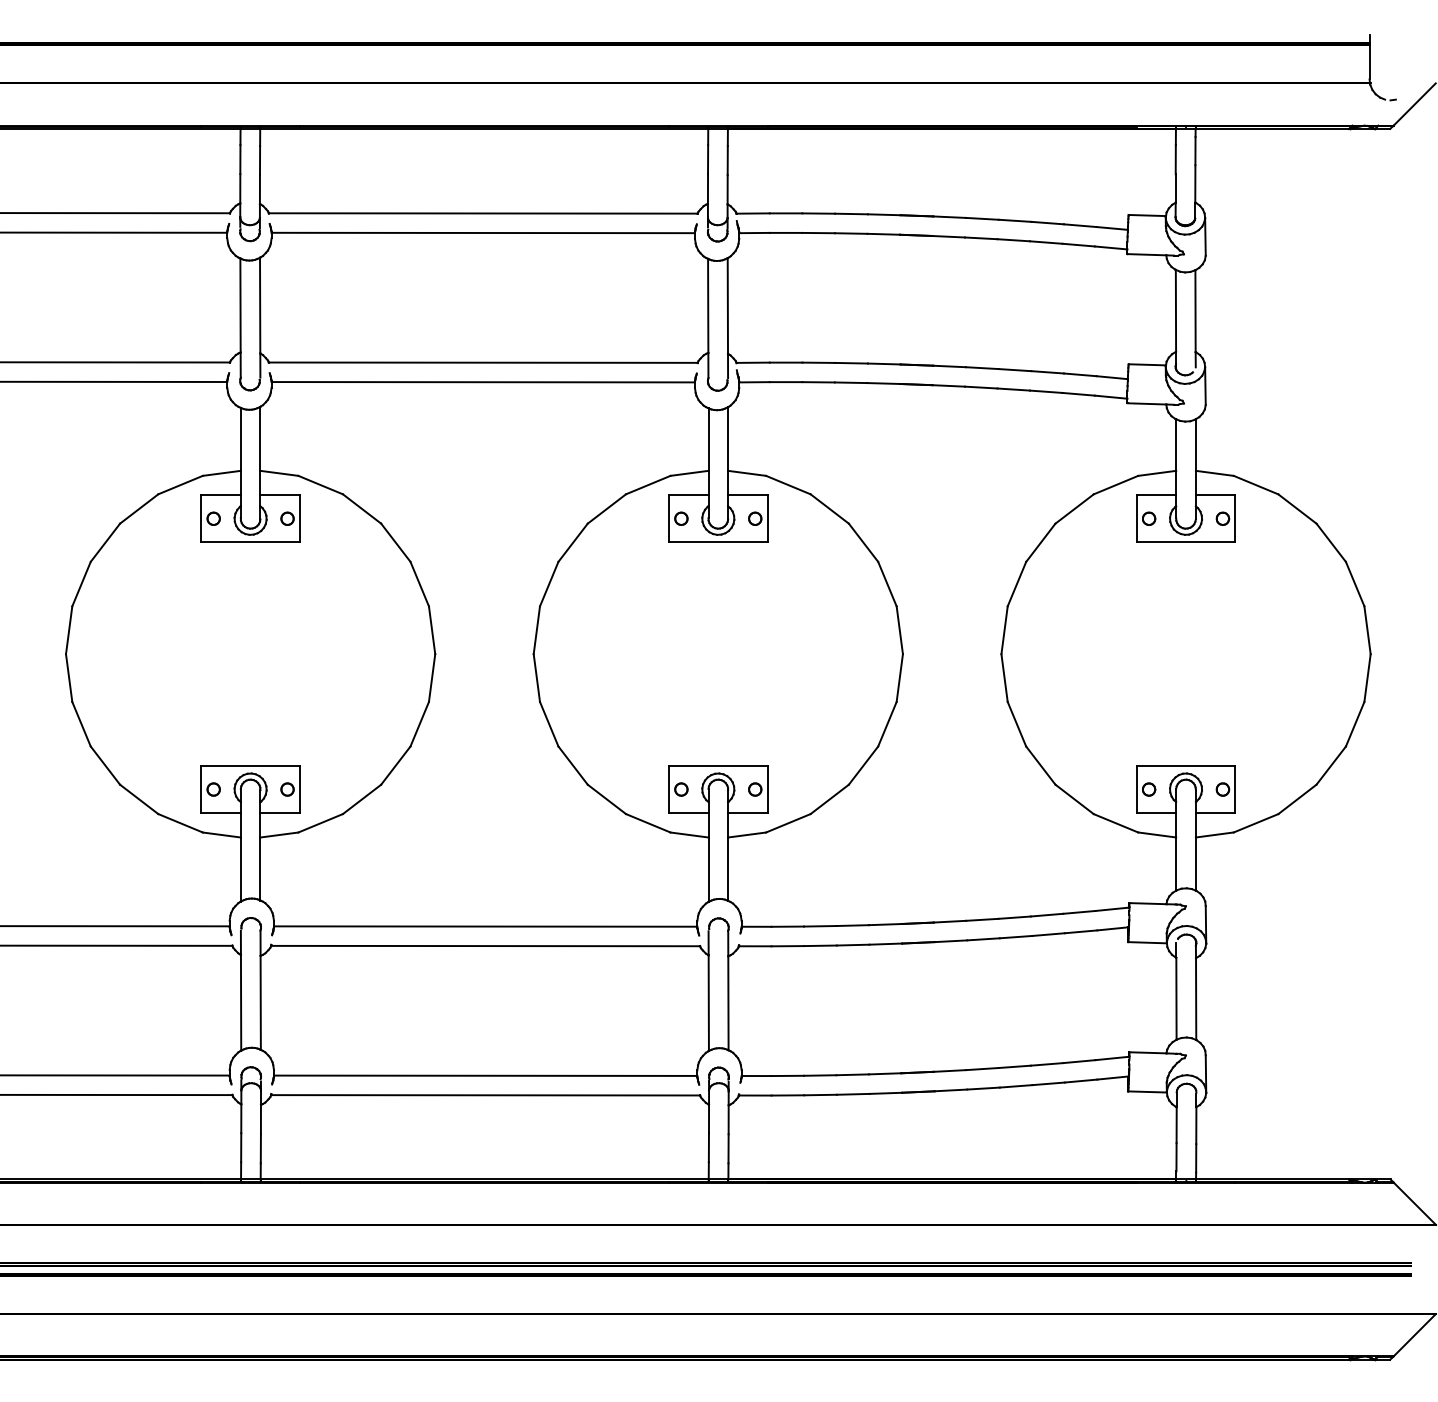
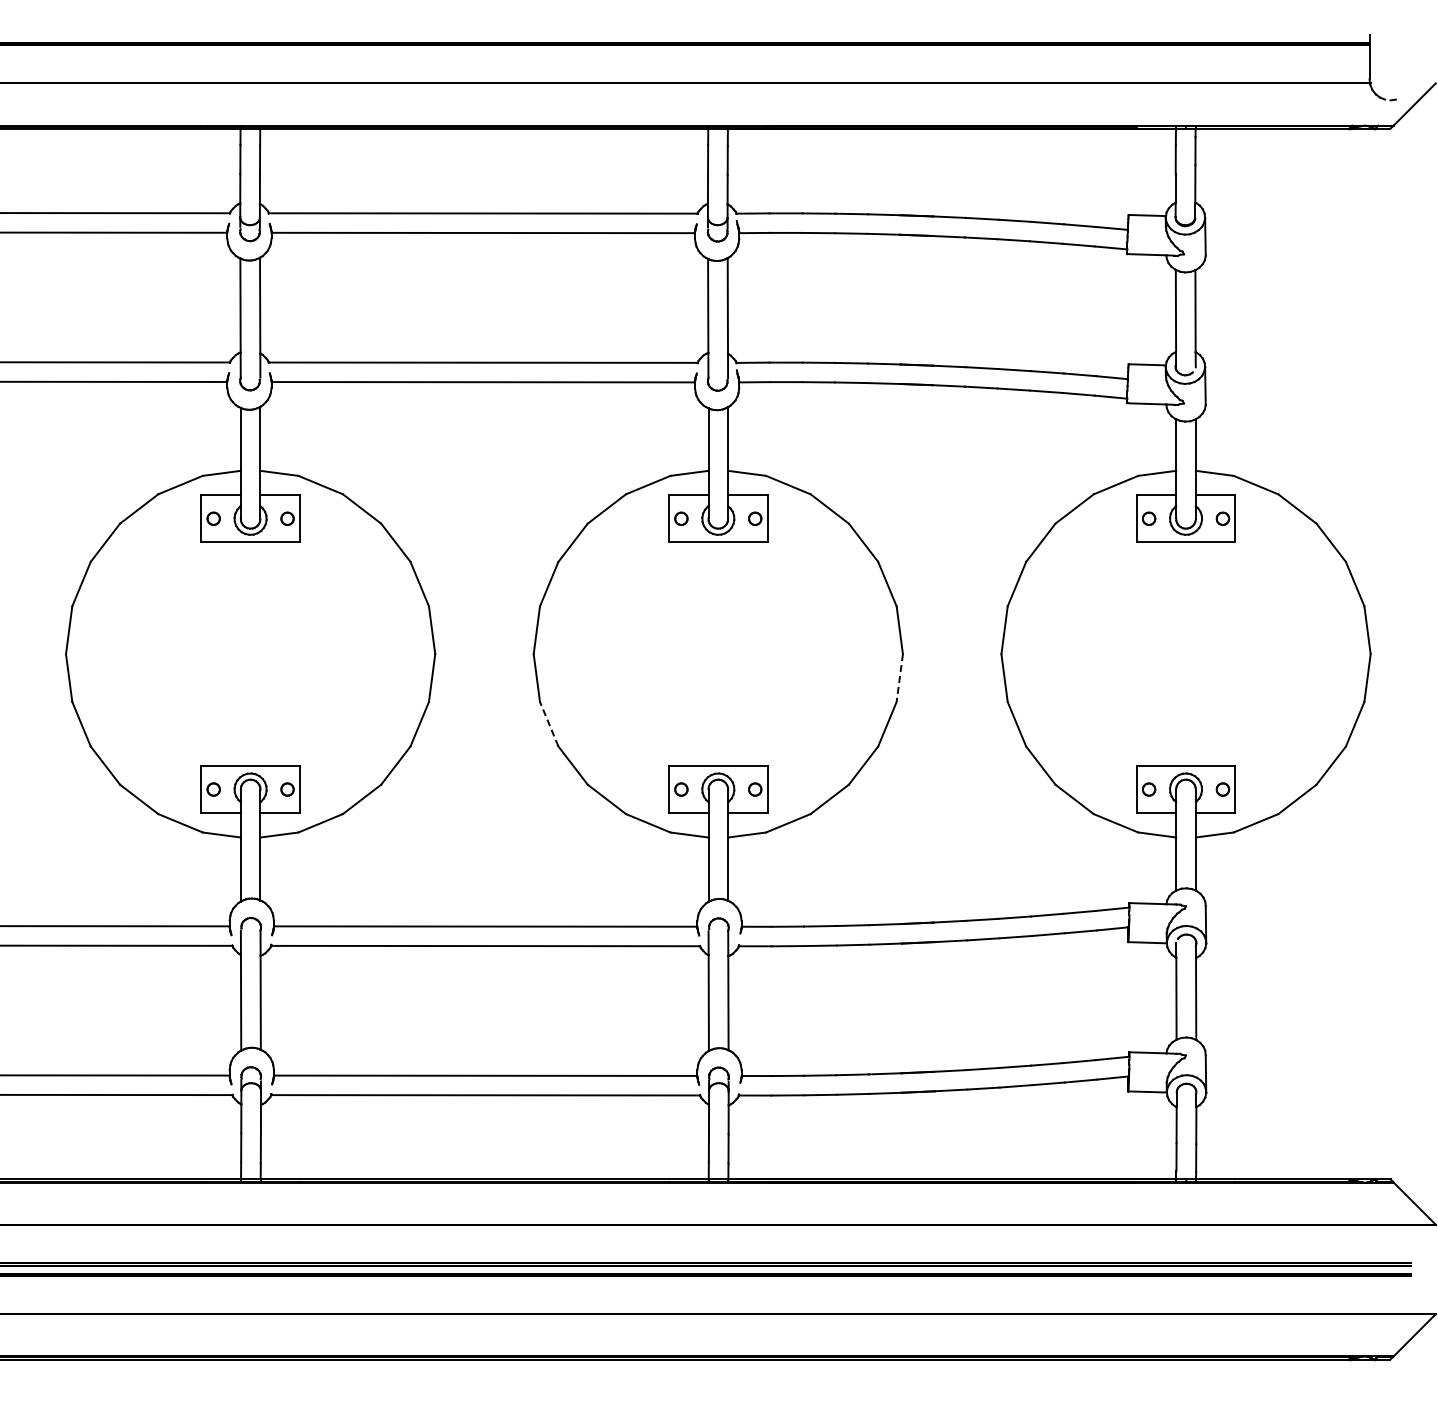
line at (899, 678): solid -> dashed
line at (549, 723): solid -> dashed
